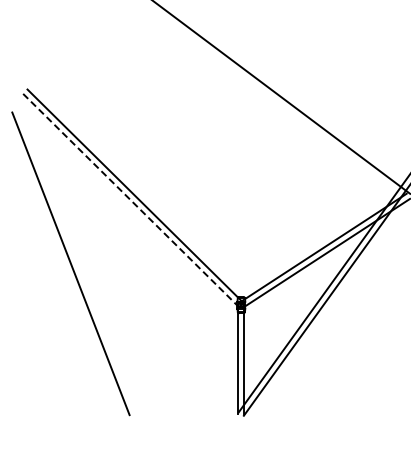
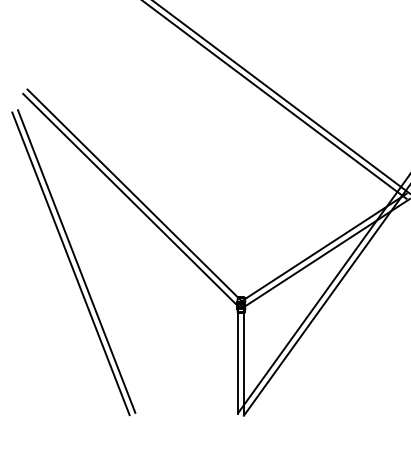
line at (275, 100): none -> present
line at (131, 200): dashed -> solid
line at (76, 261): none -> present
